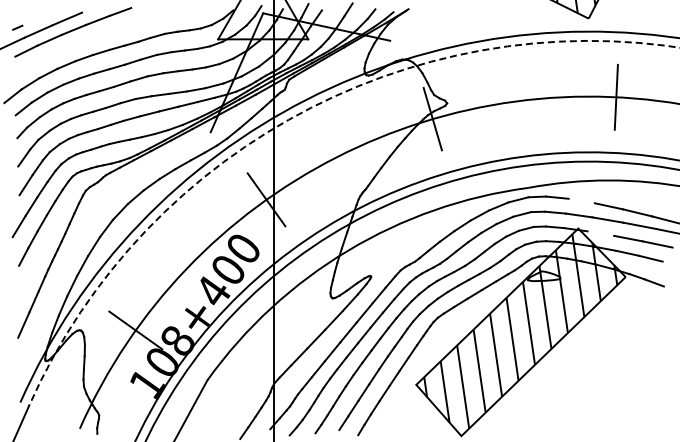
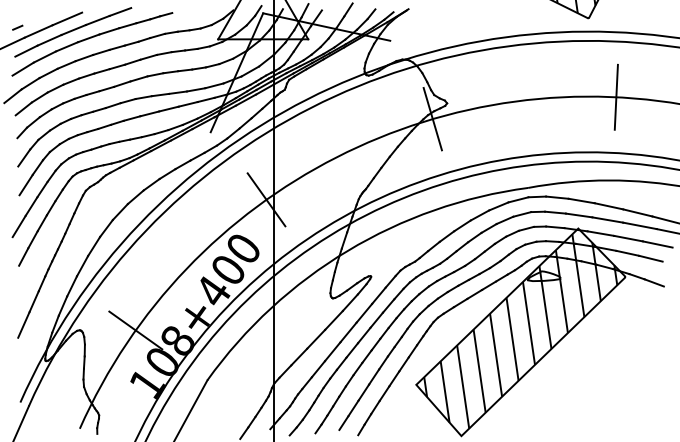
part at (91, 38): none -> present
arc at (292, 117): dashed -> solid
line at (581, 200): none -> present
line at (600, 233): none -> present
